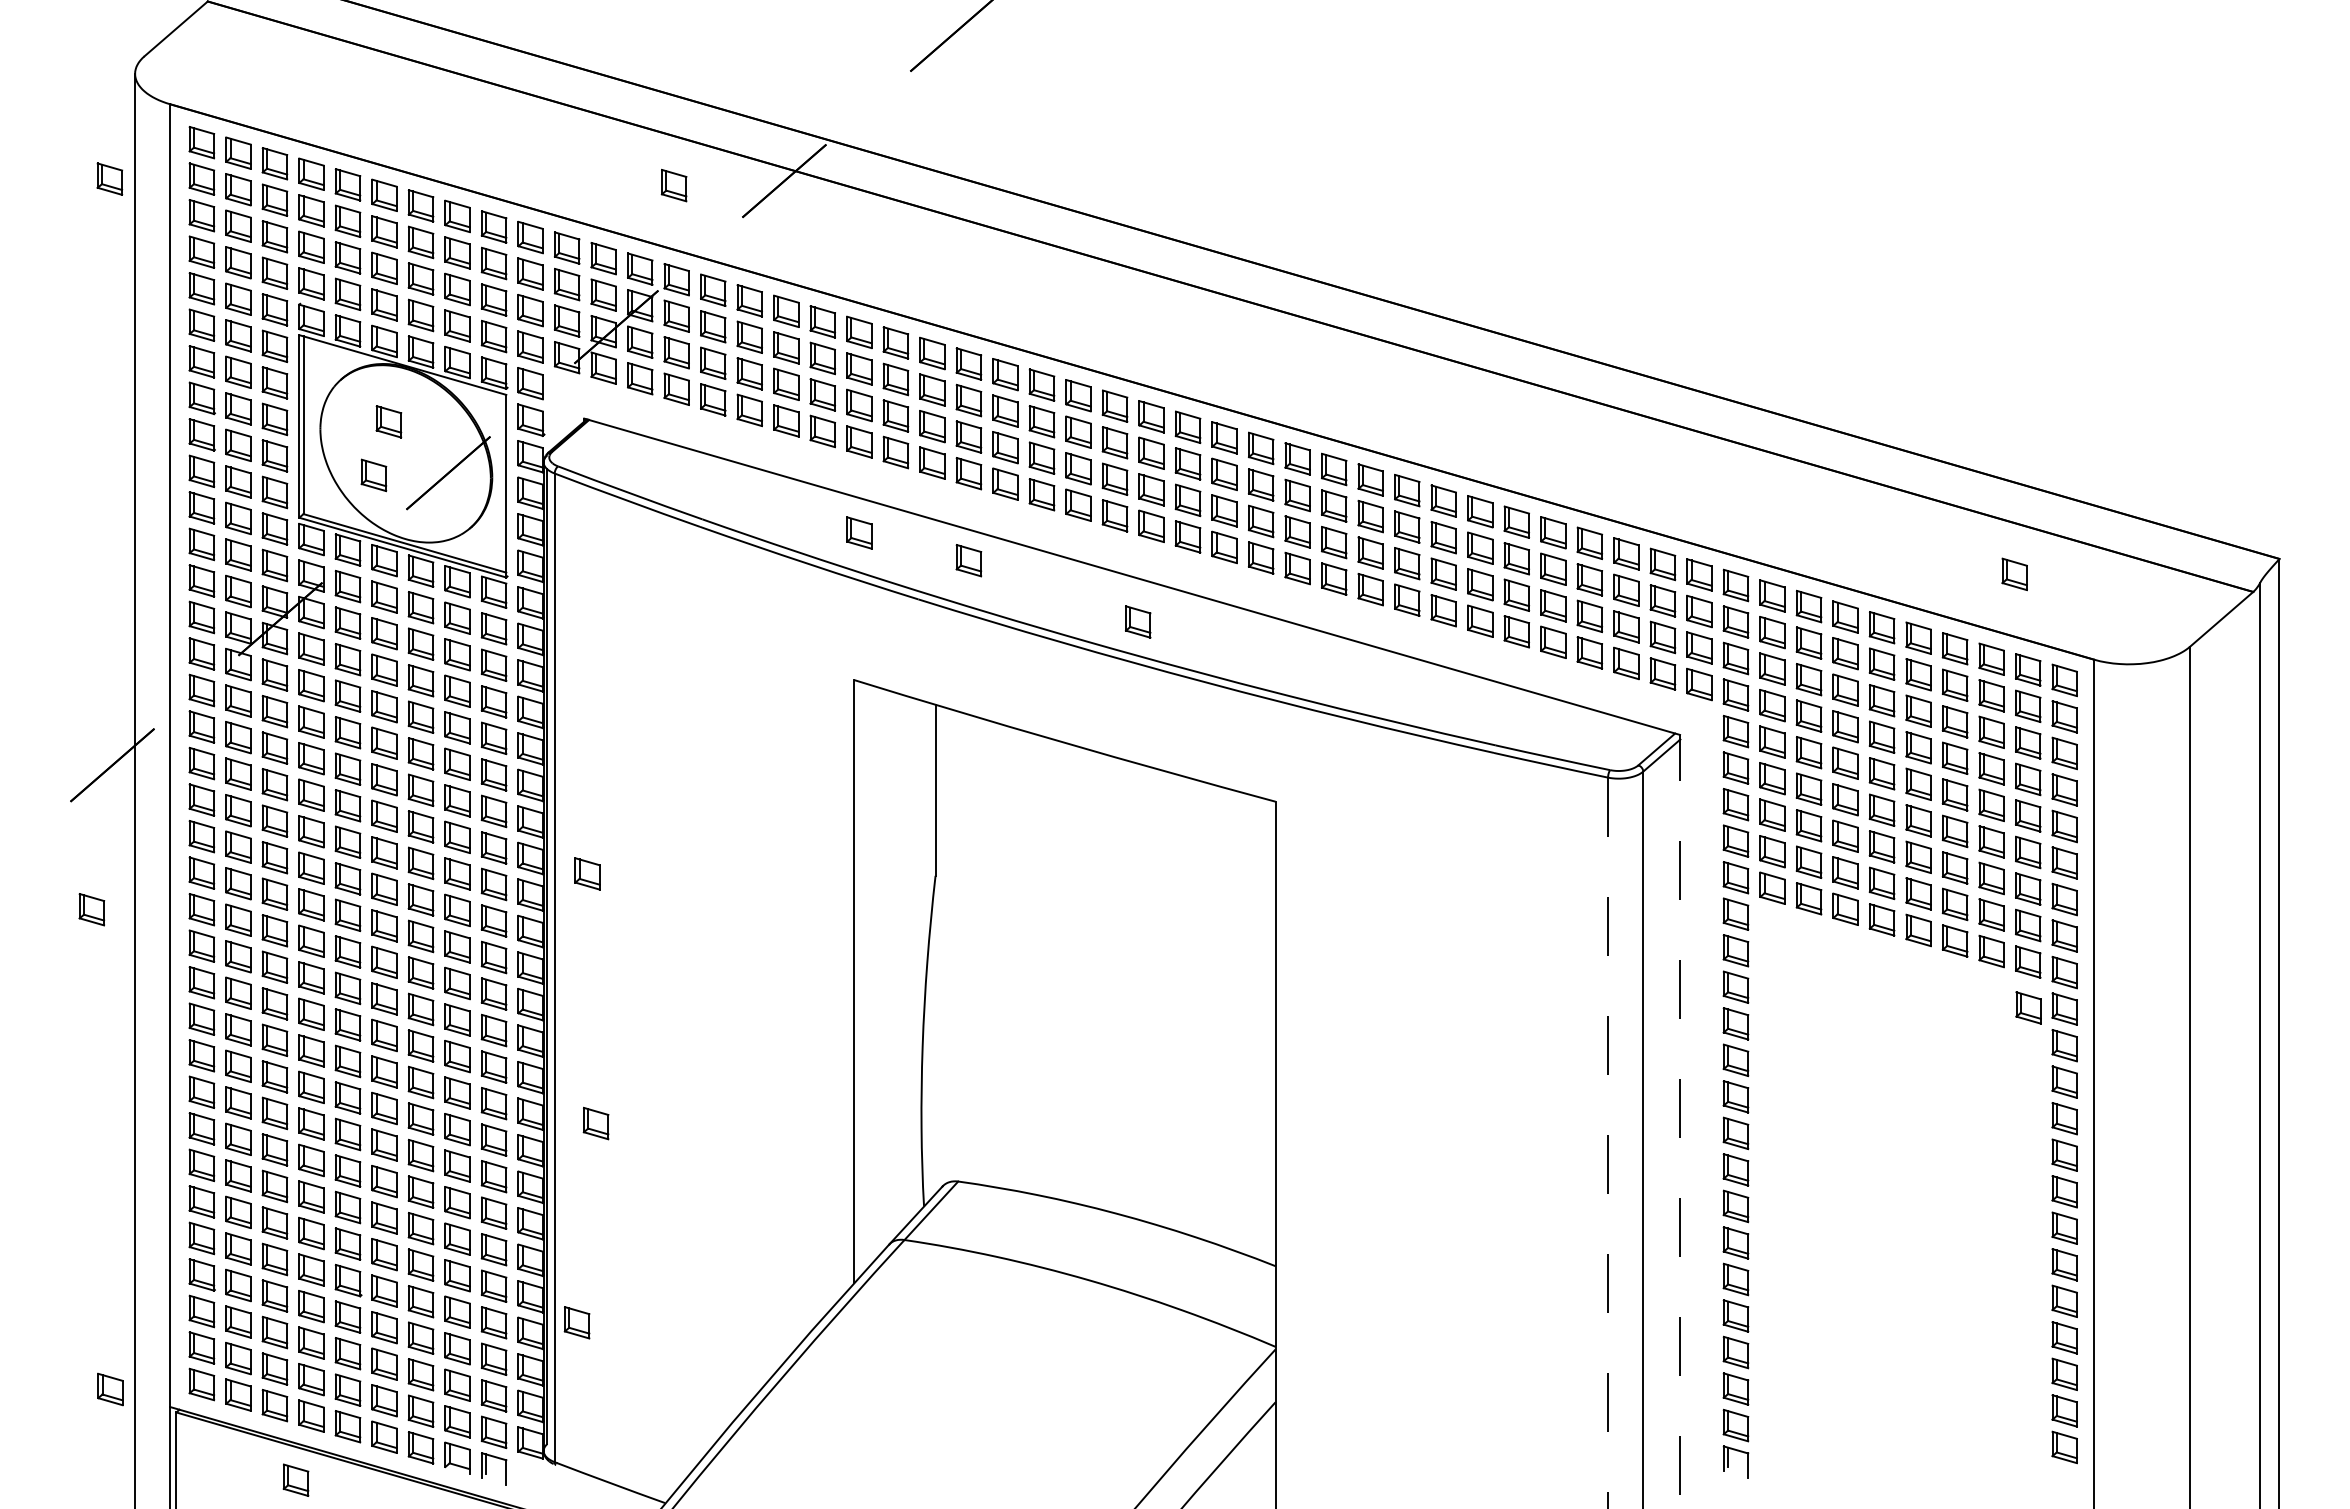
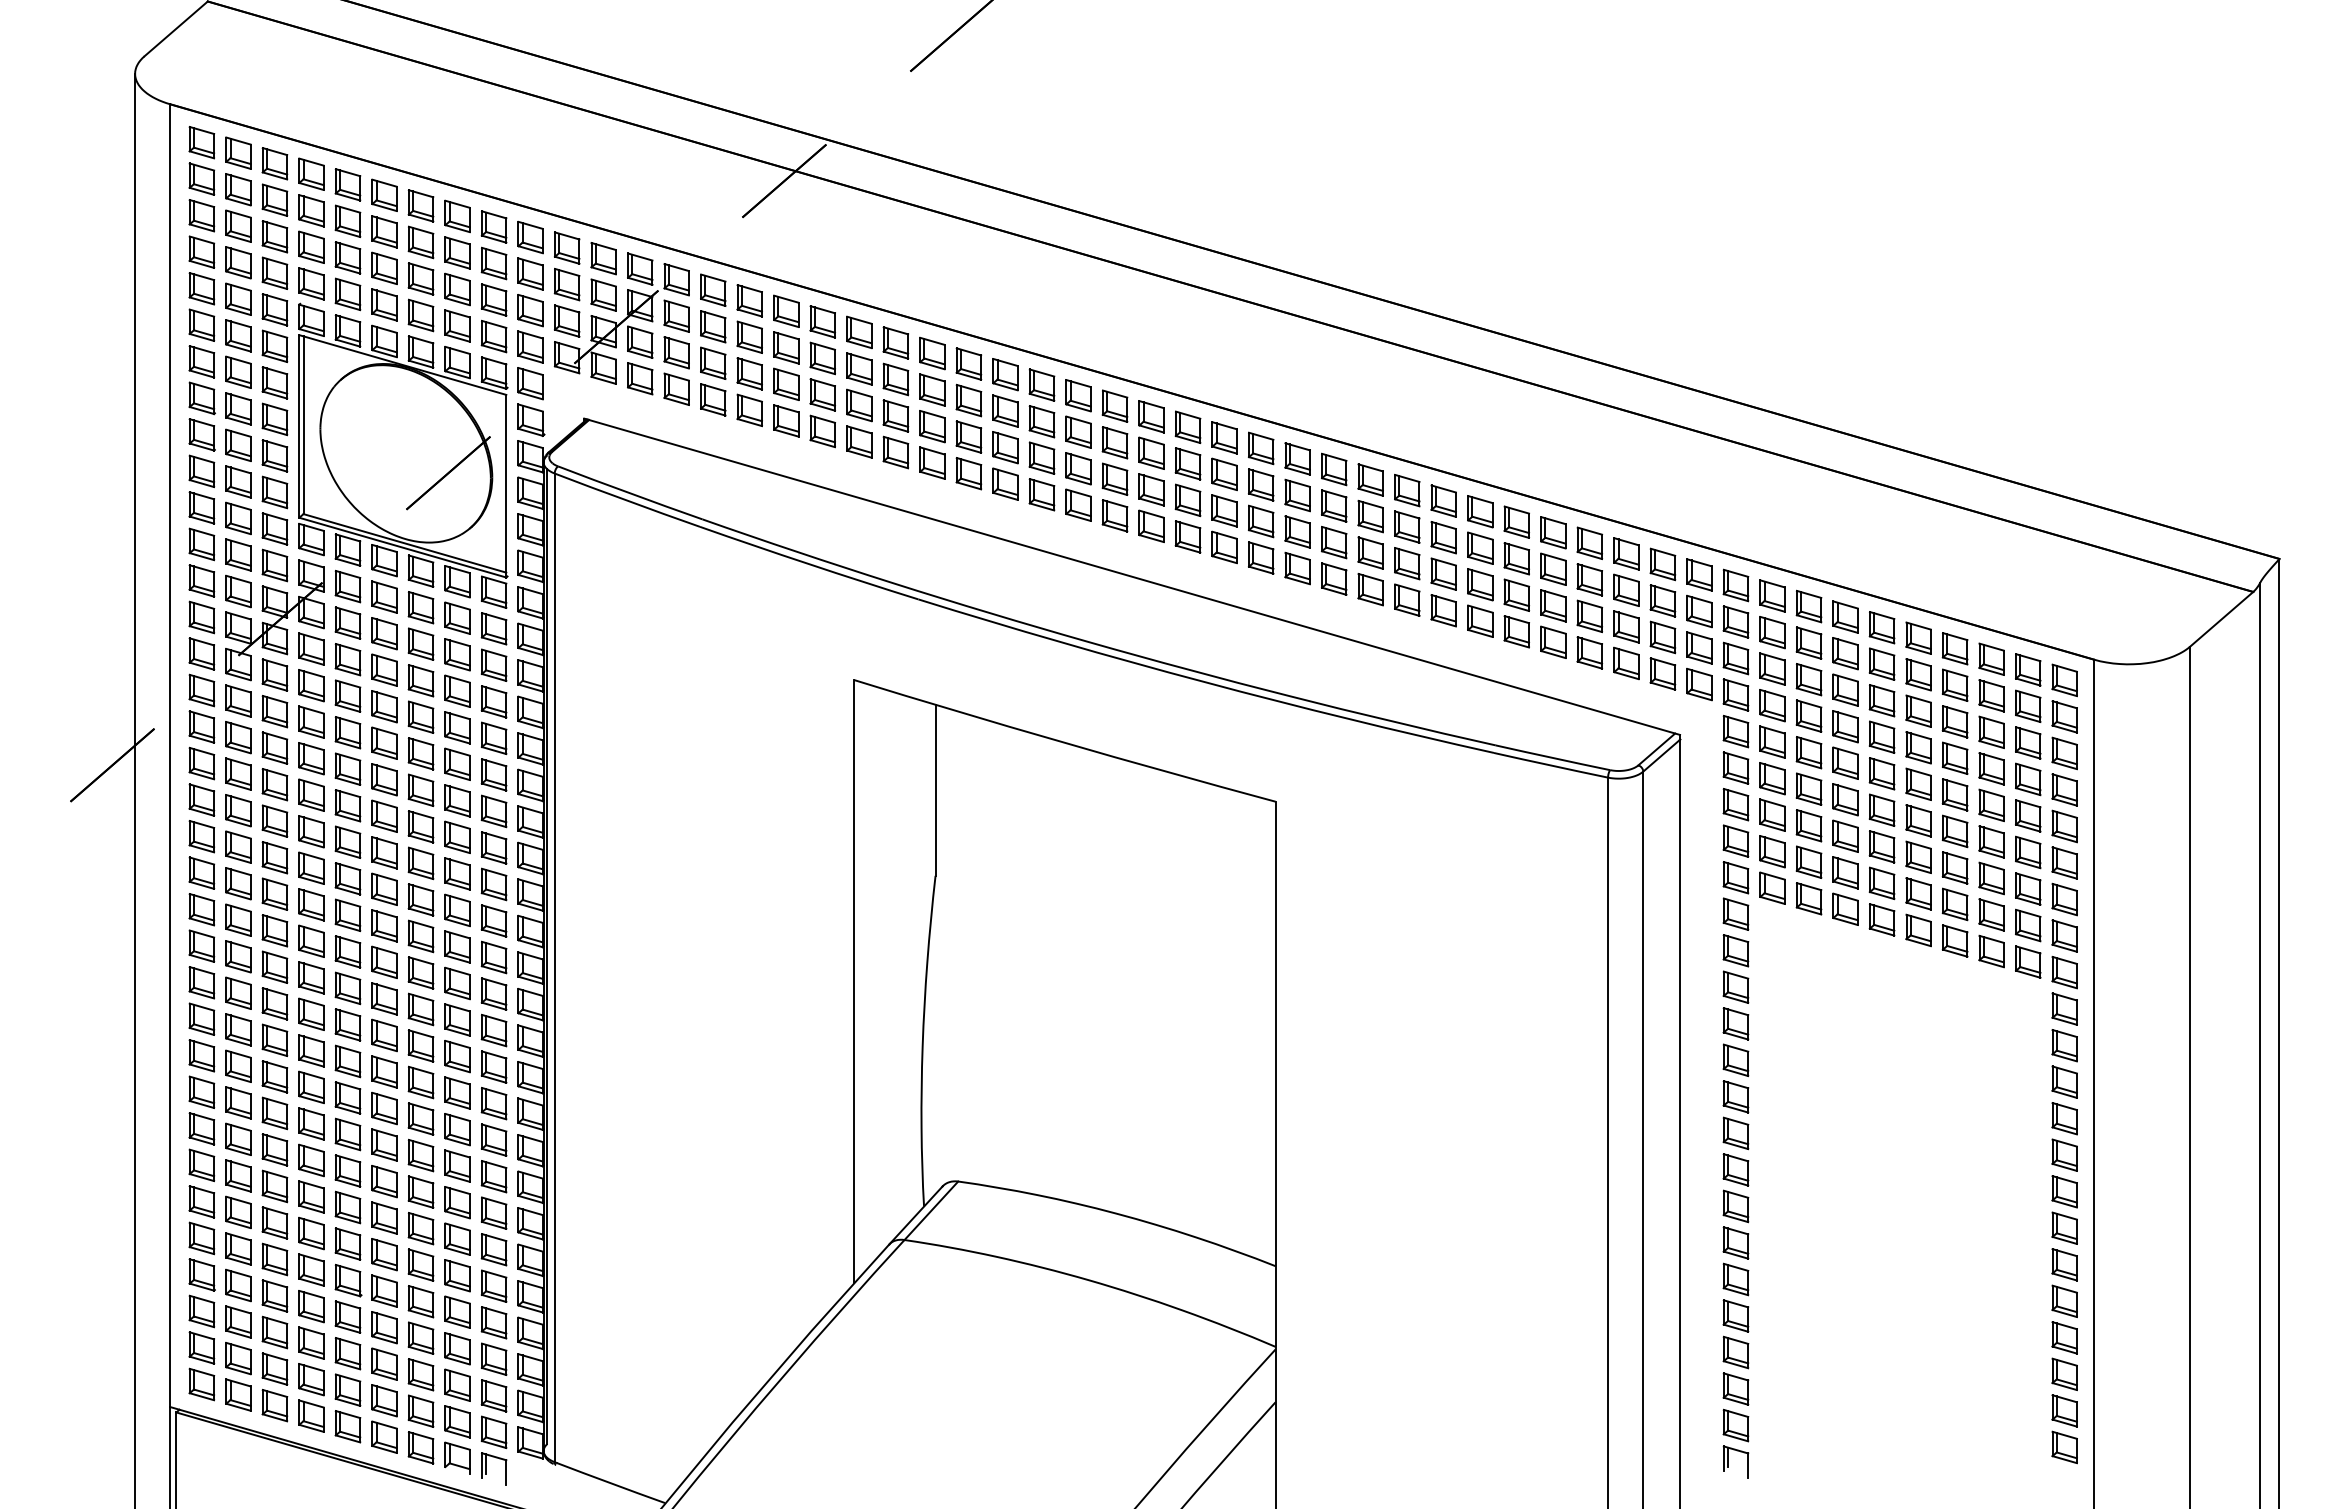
part at (109, 178): present -> none
part at (673, 185): present -> none
part at (388, 421): present -> none
part at (373, 475): present -> none
part at (859, 532): present -> none
part at (968, 560): present -> none
part at (2014, 574): present -> none
part at (1138, 621): present -> none
part at (587, 873): present -> none
part at (91, 909): present -> none
part at (2028, 1007): present -> none
line at (1680, 1121): dashed -> solid
part at (595, 1123): present -> none
line at (1608, 1143): dashed -> solid
part at (576, 1322): present -> none
part at (110, 1389): present -> none
part at (295, 1479): present -> none
